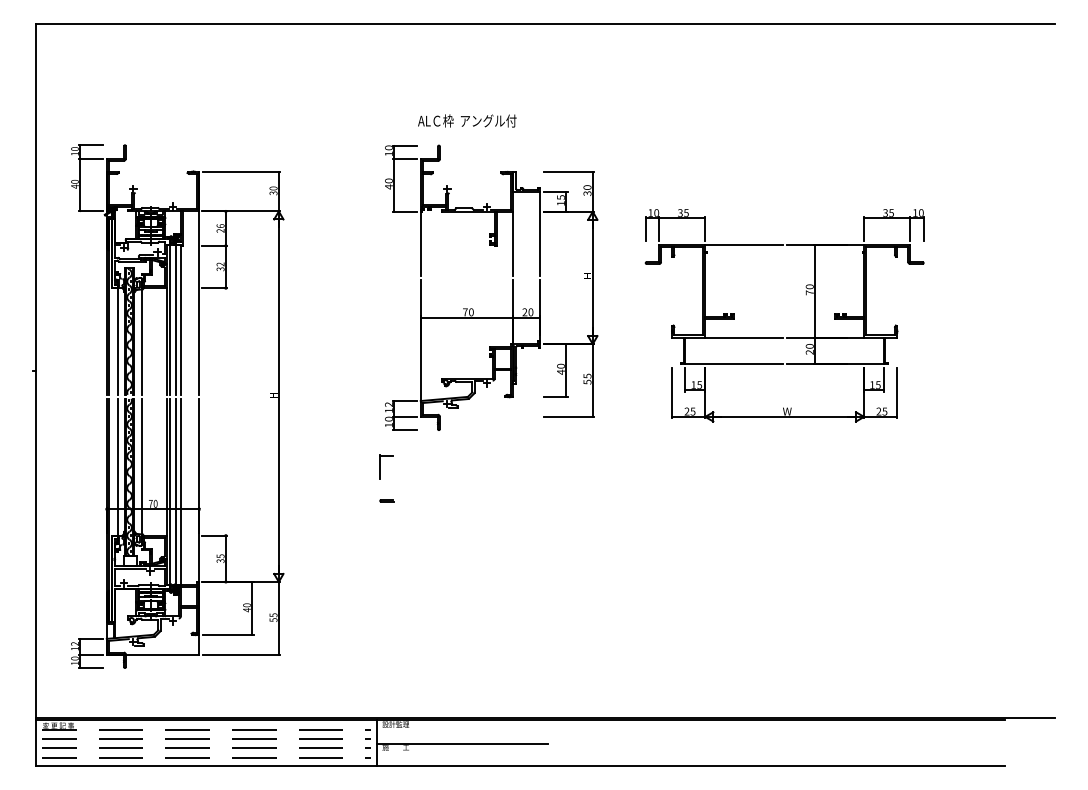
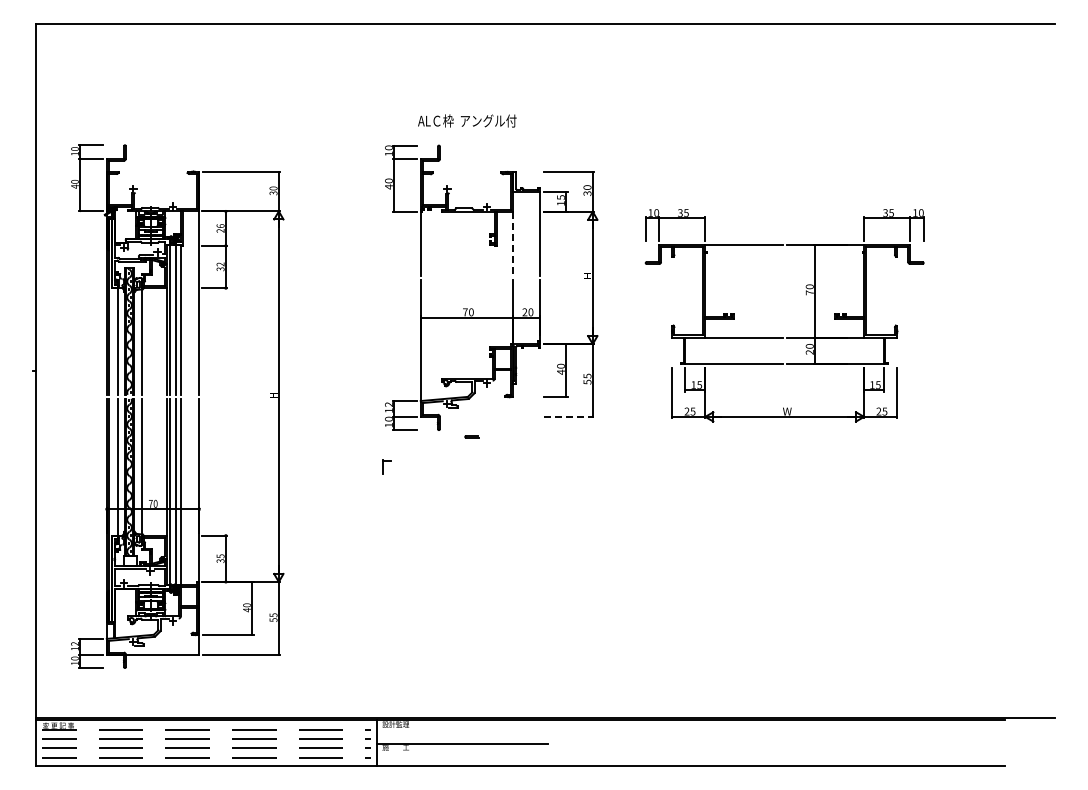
line at (513, 244): solid -> dashed
line at (569, 416): solid -> dashed
part at (386, 466) size: 15x26 px -> 10x16 px
part at (386, 500) position: (386, 500) -> (471, 436)
